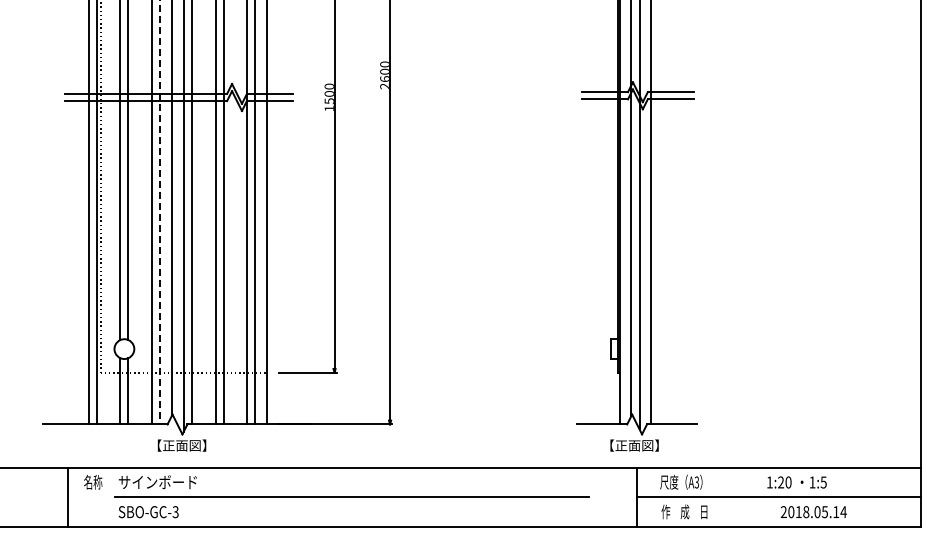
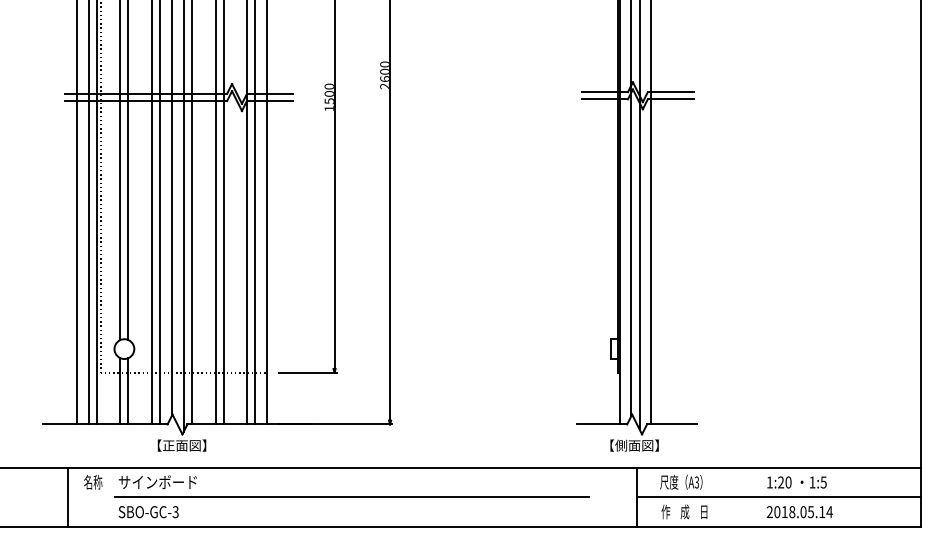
line at (160, 212): dashed -> solid
line at (76, 213): none -> present
text at (621, 445): 【正面図】 -> 【側面図】
text at (813, 512) position: (813, 512) -> (799, 512)
